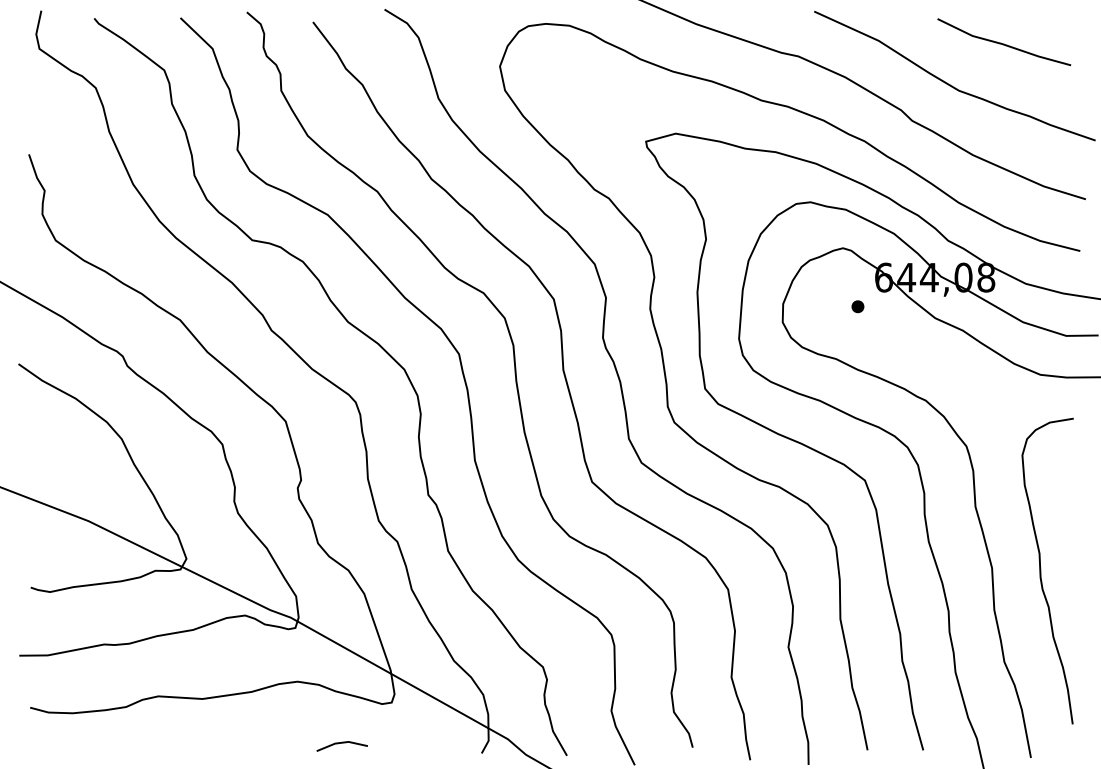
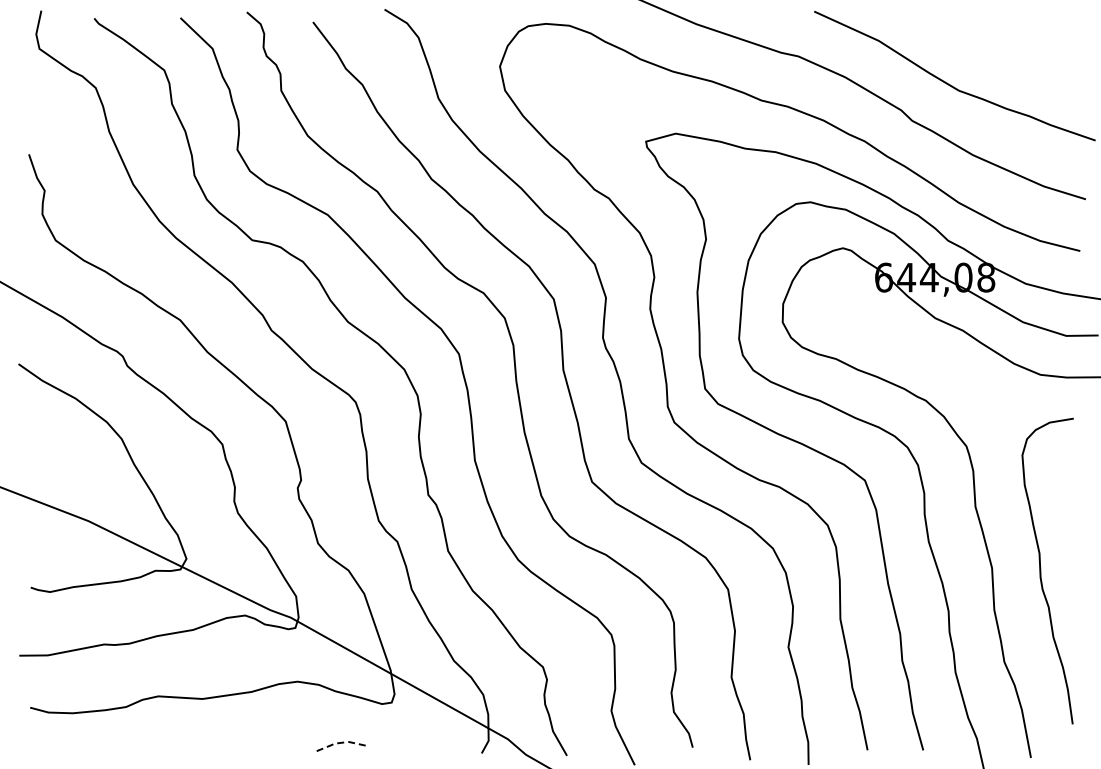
line at (1004, 43): present -> none
part at (857, 306): present -> none
line at (341, 742): solid -> dashed
